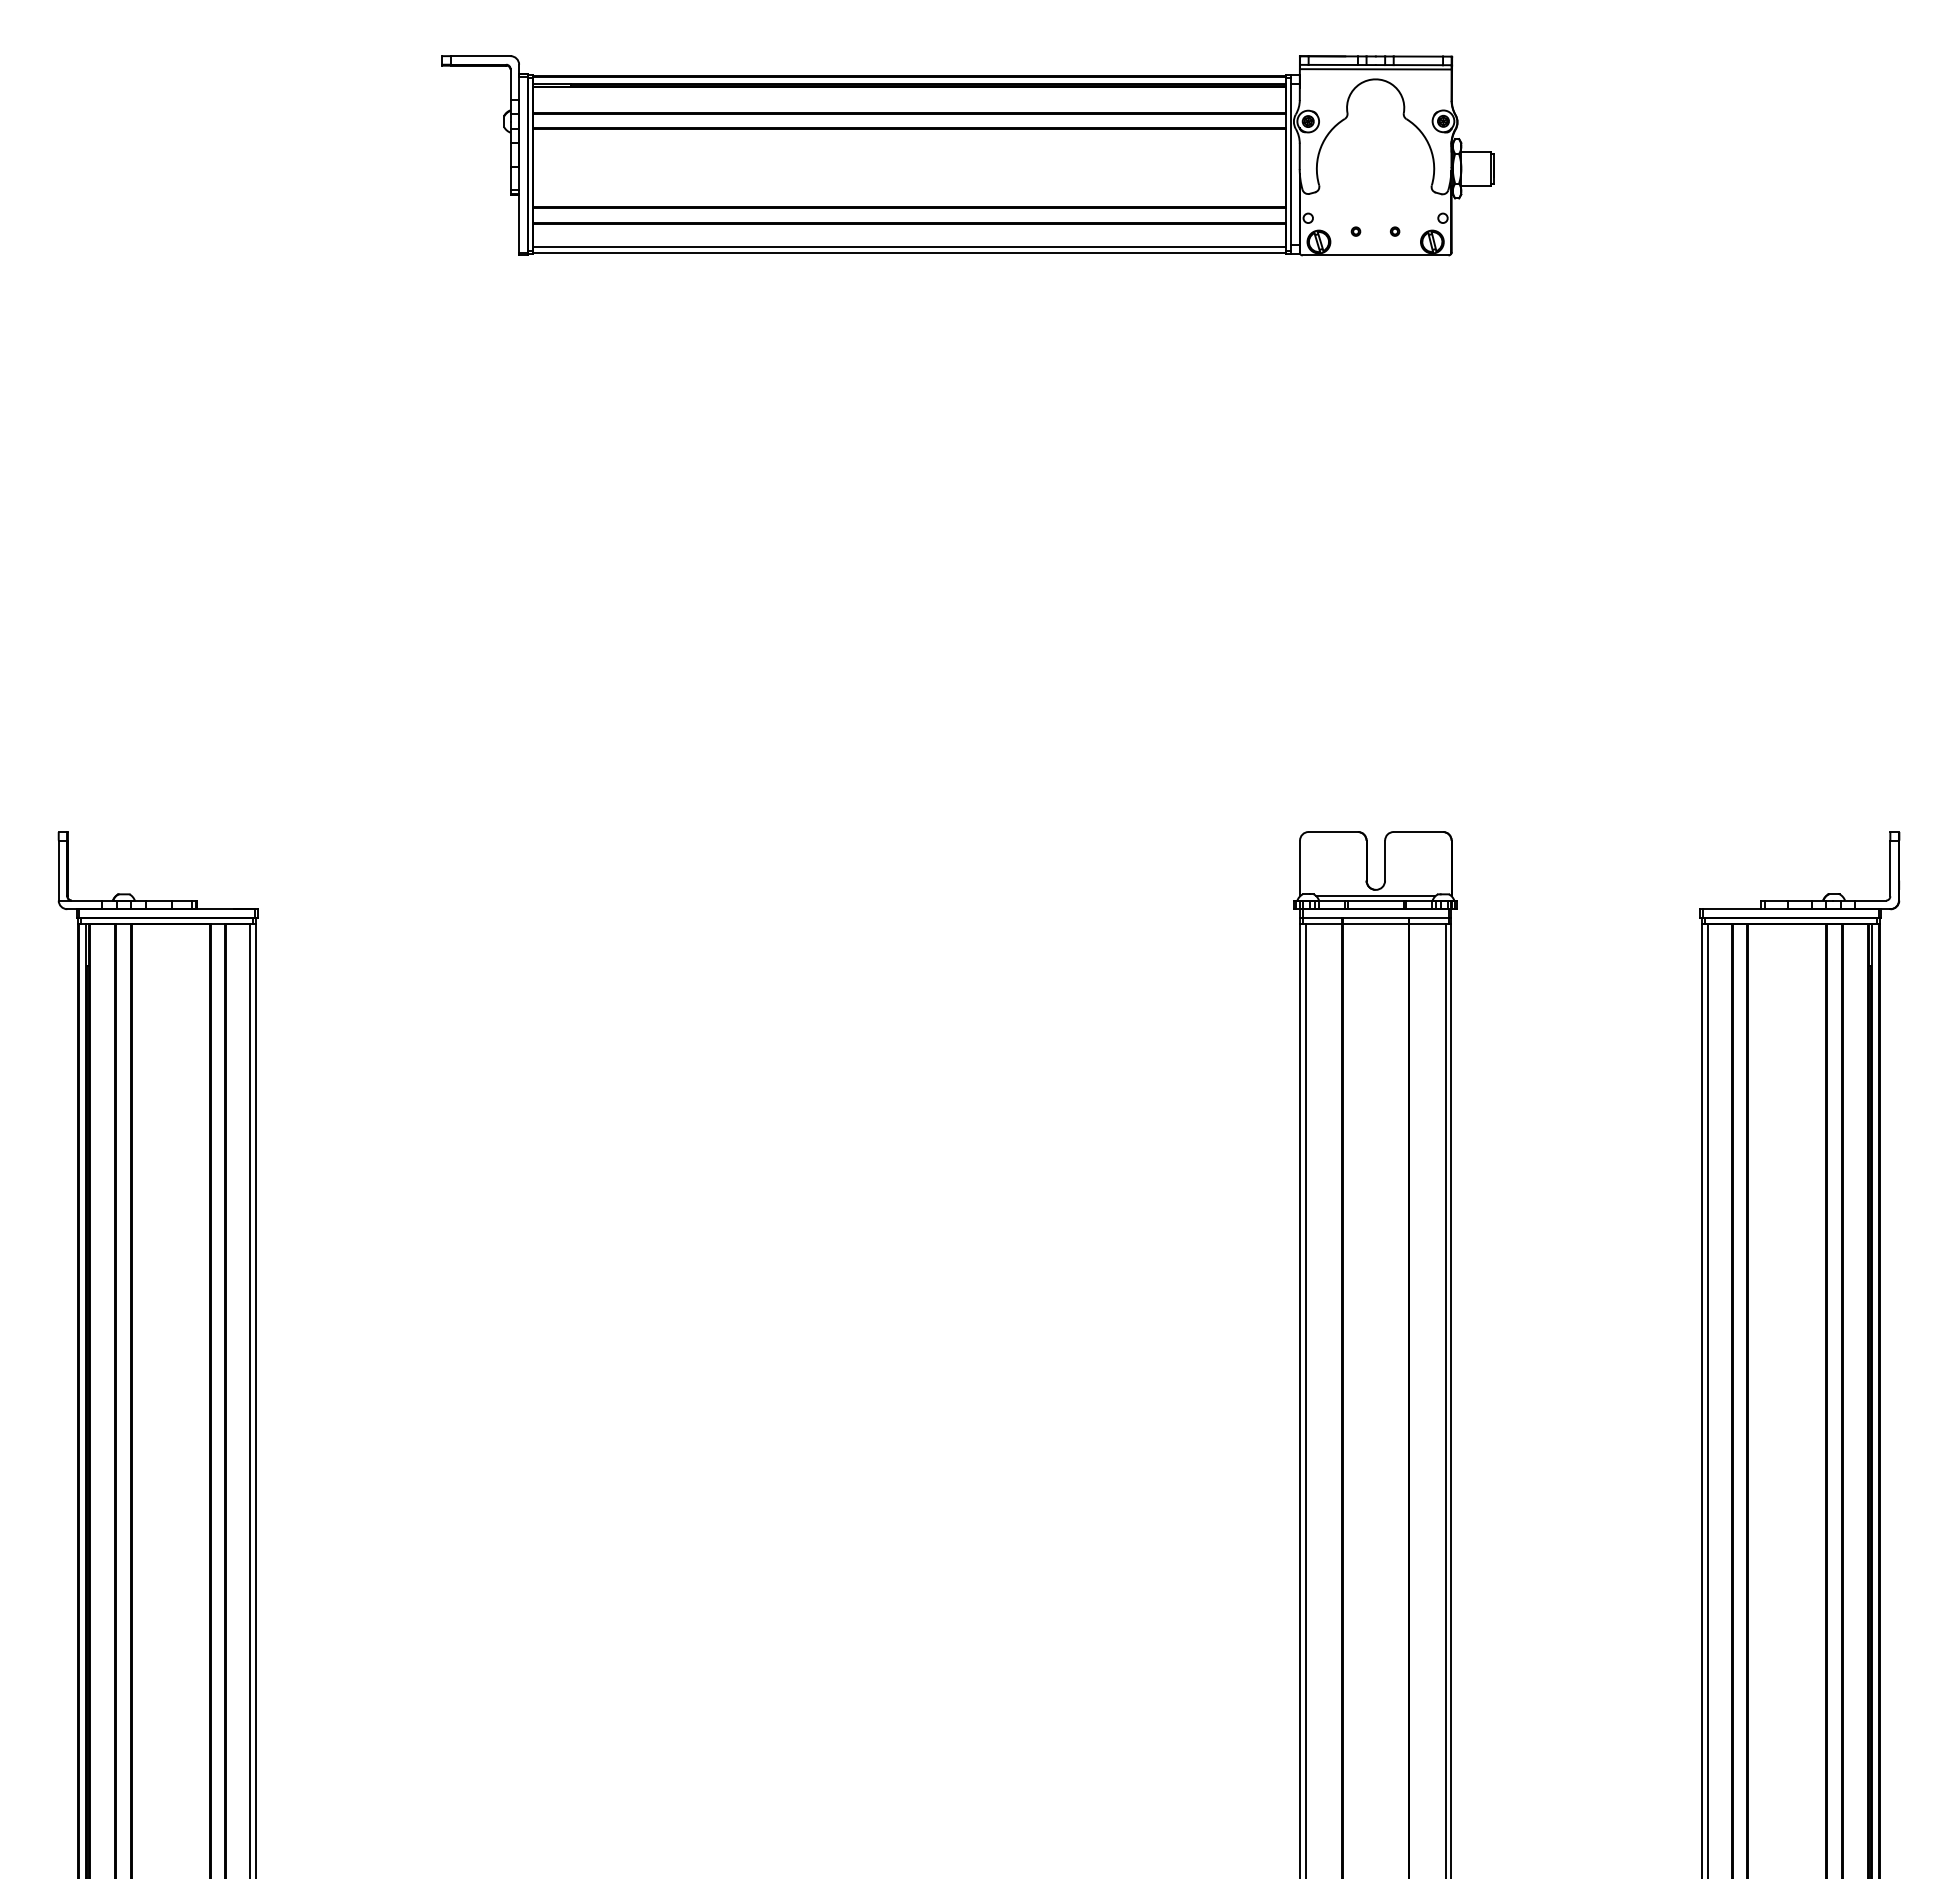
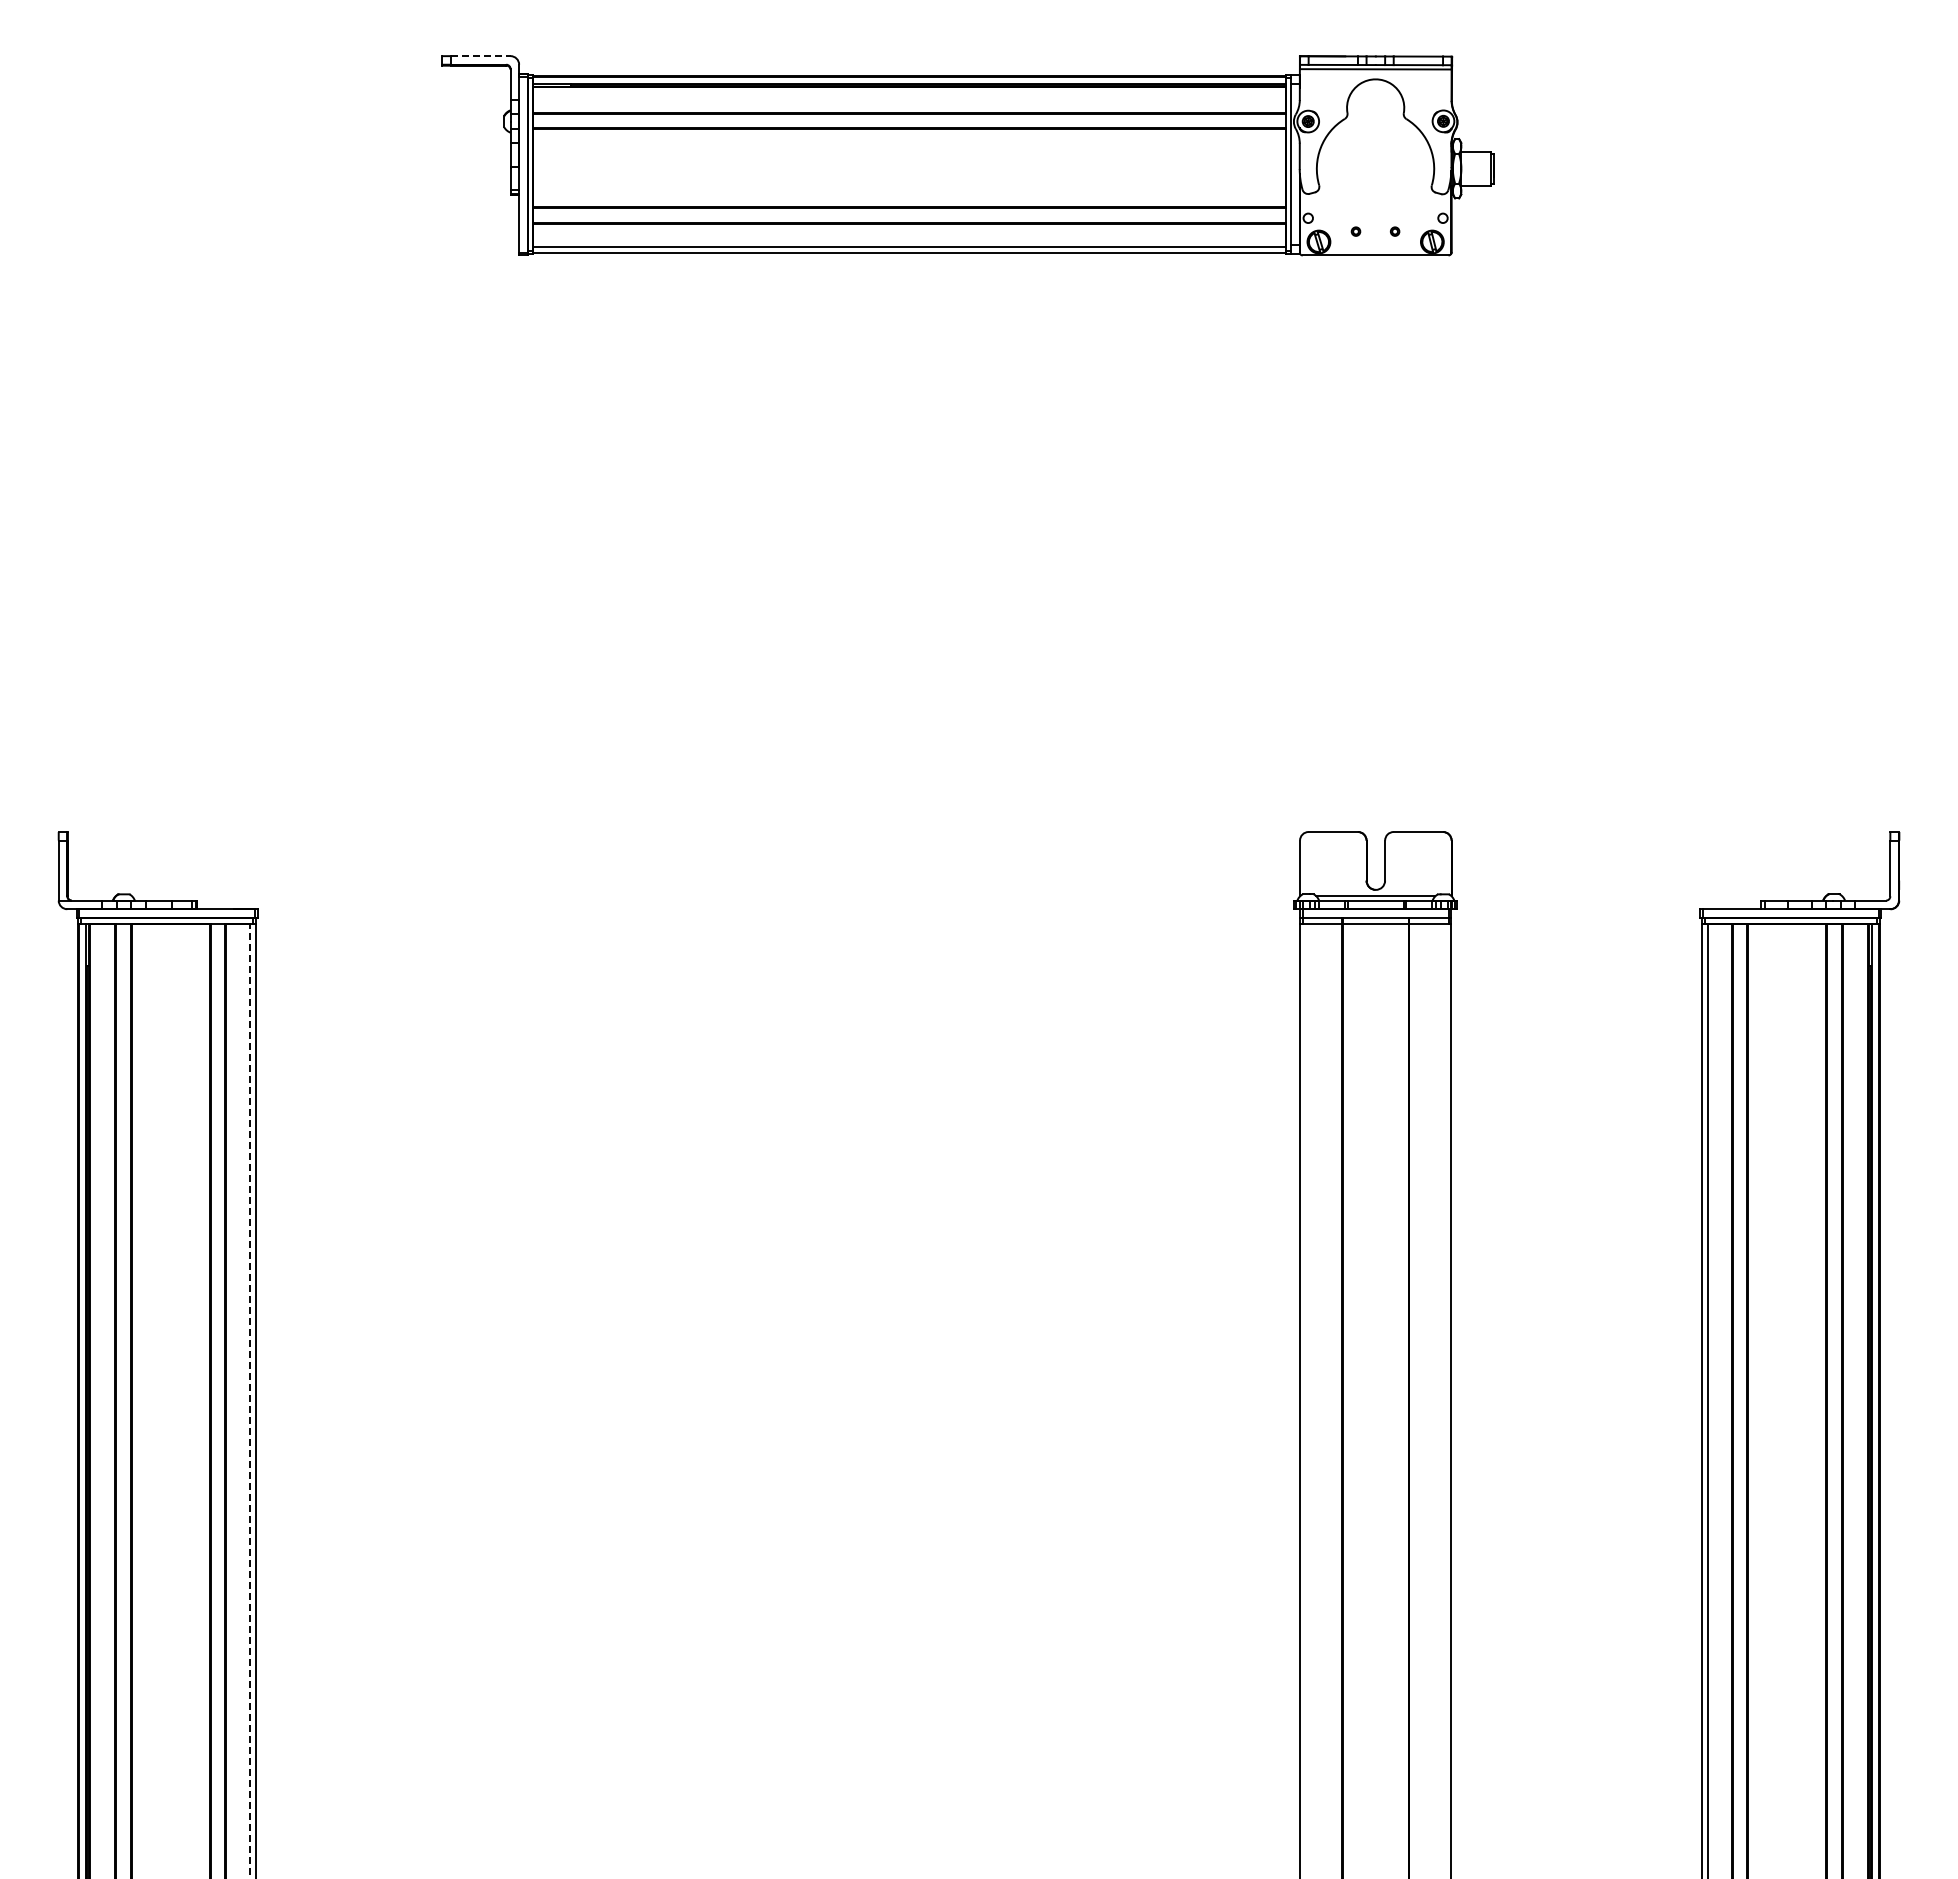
line at (481, 56): solid -> dashed
line at (1305, 1399): present -> none
line at (1445, 1399): present -> none
line at (249, 1400): solid -> dashed
